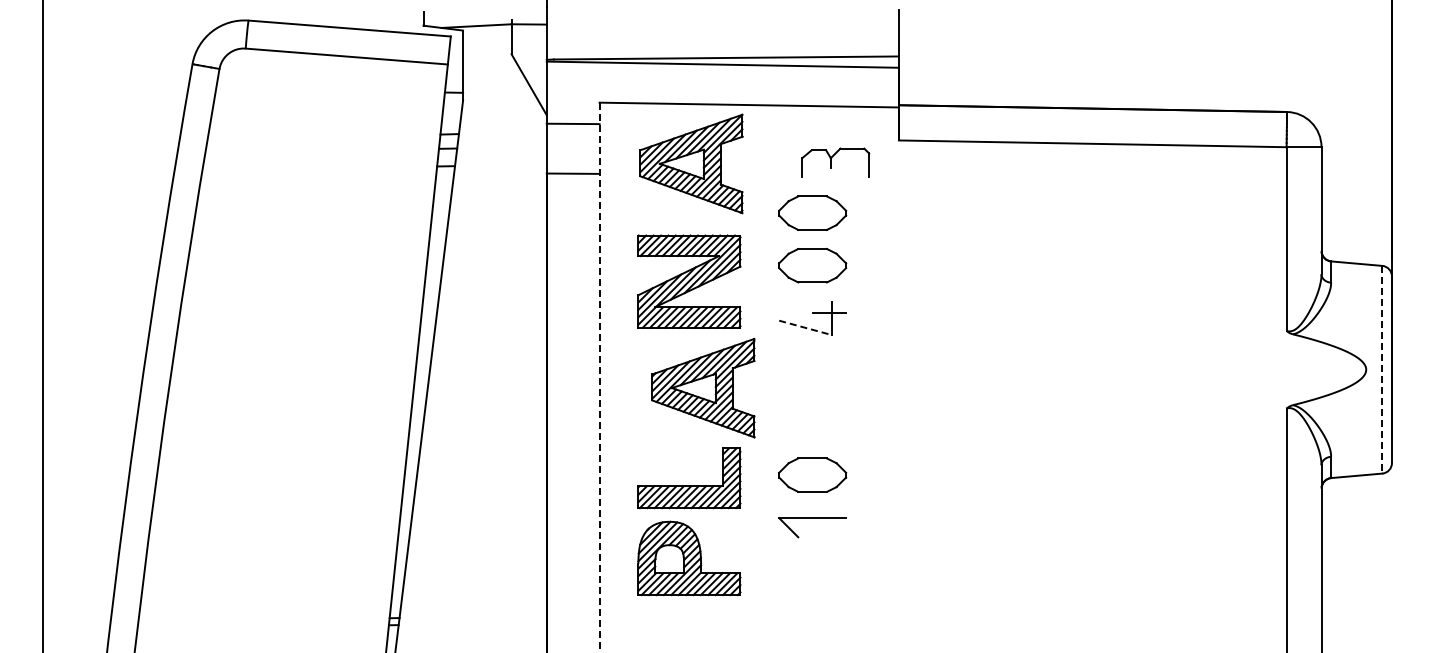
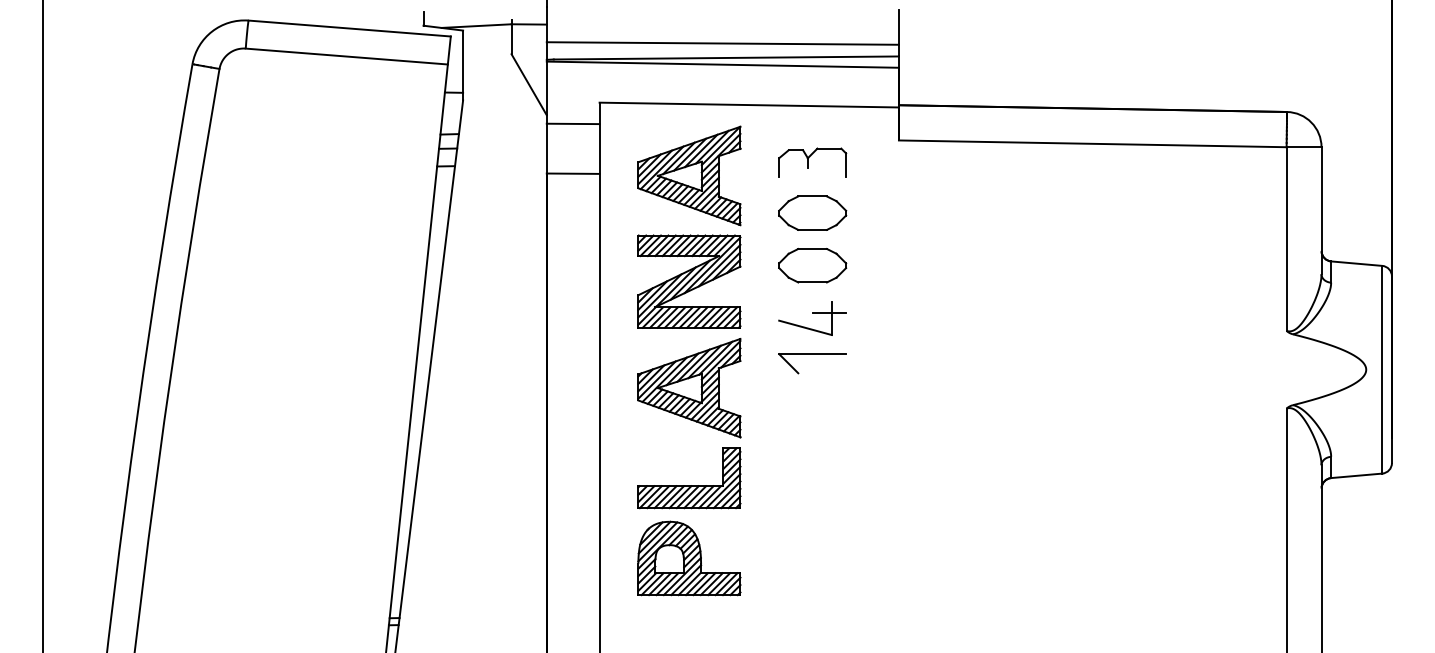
line at (722, 43): none -> present
part at (835, 162) position: (835, 162) -> (812, 162)
part at (691, 163) position: (691, 163) -> (689, 175)
line at (805, 327): dashed -> solid
line at (1382, 369): dashed -> solid
line at (599, 377): dashed -> solid
part at (703, 388) position: (703, 388) -> (689, 388)
part at (812, 474): present -> none
part at (812, 518) position: (812, 518) -> (812, 354)
